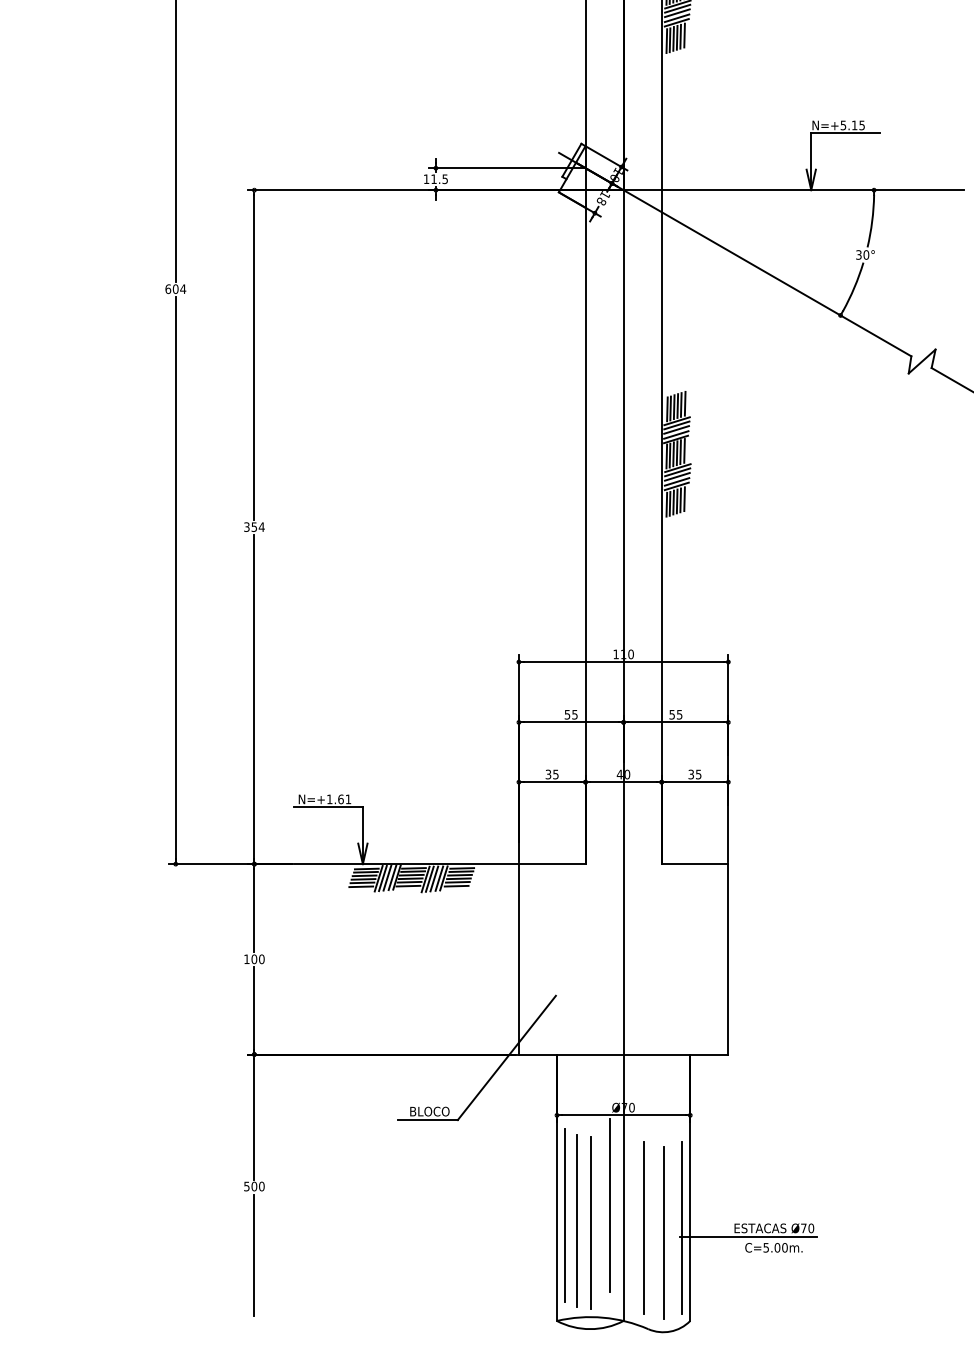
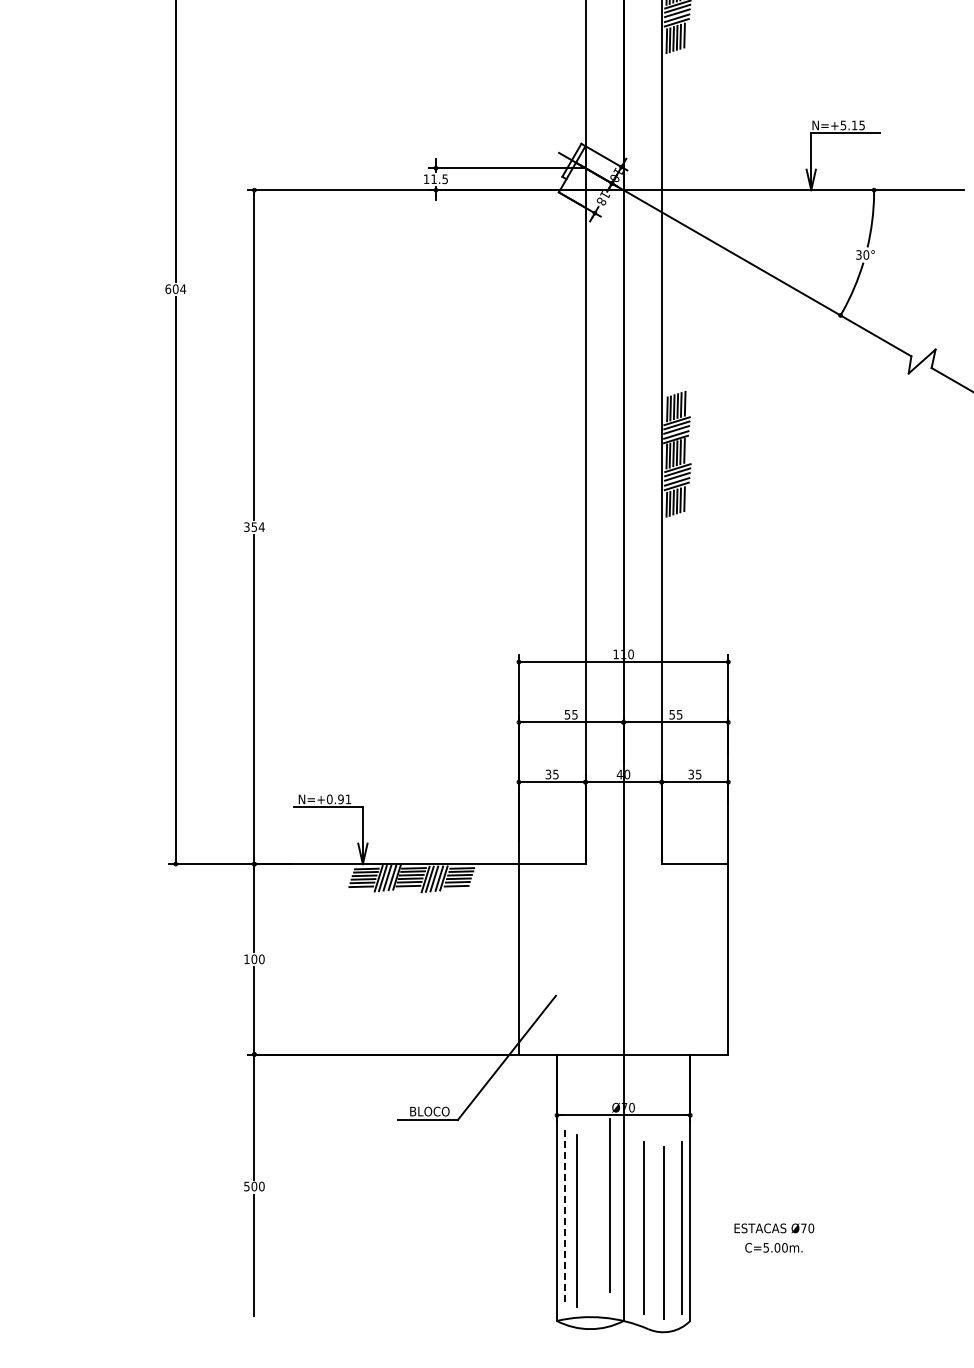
text at (334, 799): N=+1.61 -> N=+0.91
line at (565, 1215): solid -> dashed
line at (590, 1223): present -> none
line at (747, 1236): present -> none
